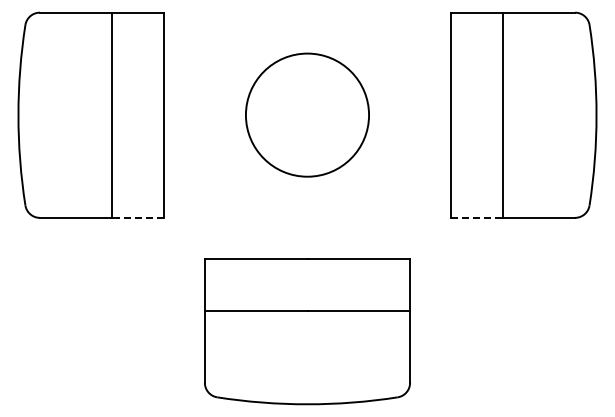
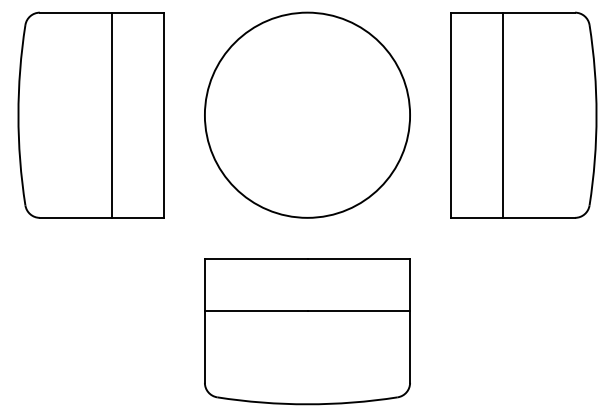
circle at (307, 114) size: 125x126 px -> 207x208 px
line at (138, 217): dashed -> solid
line at (476, 217): dashed -> solid
